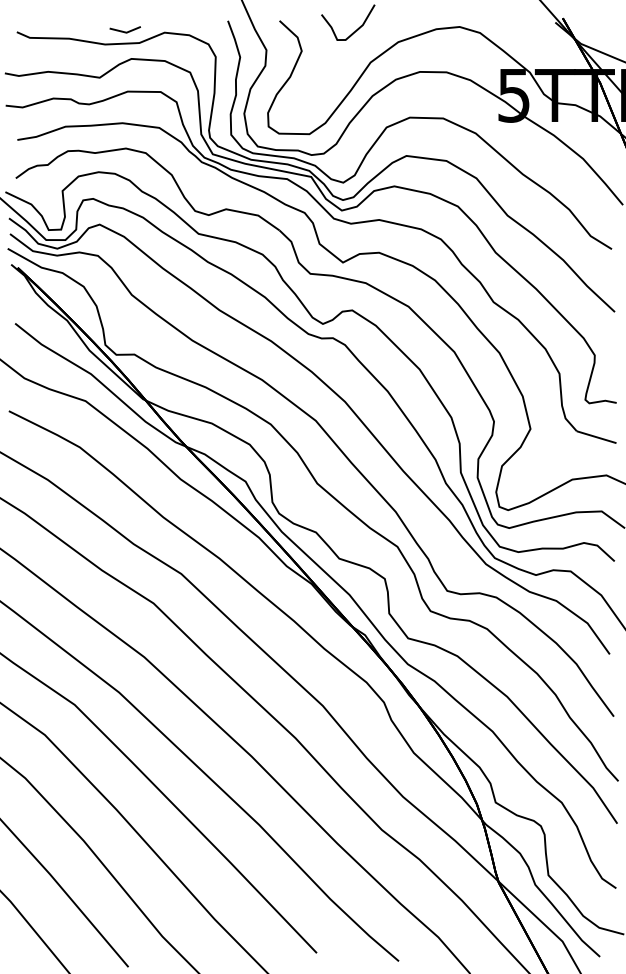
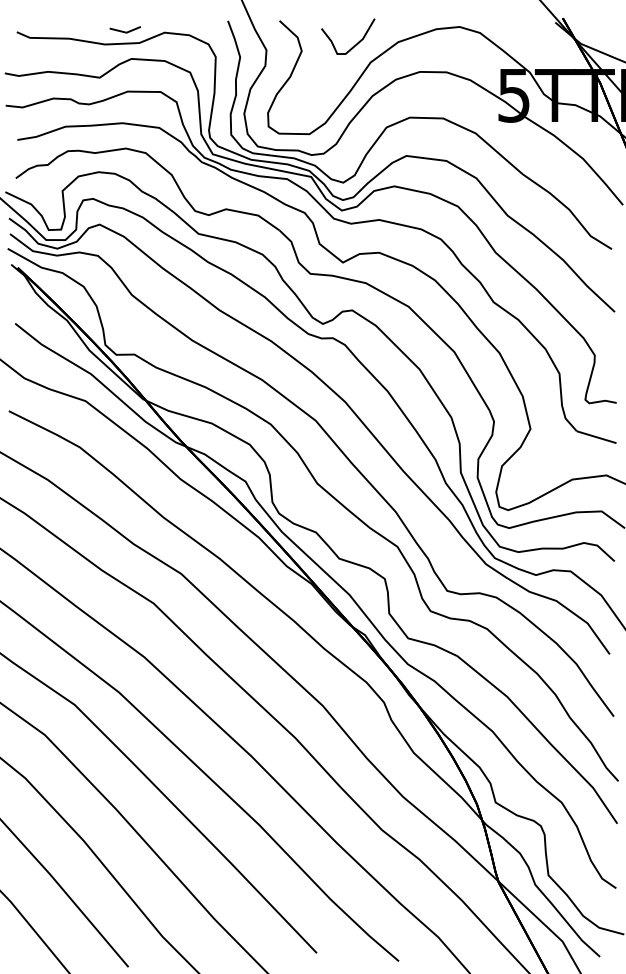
curve at (353, 31) position: (353, 31) -> (353, 45)
